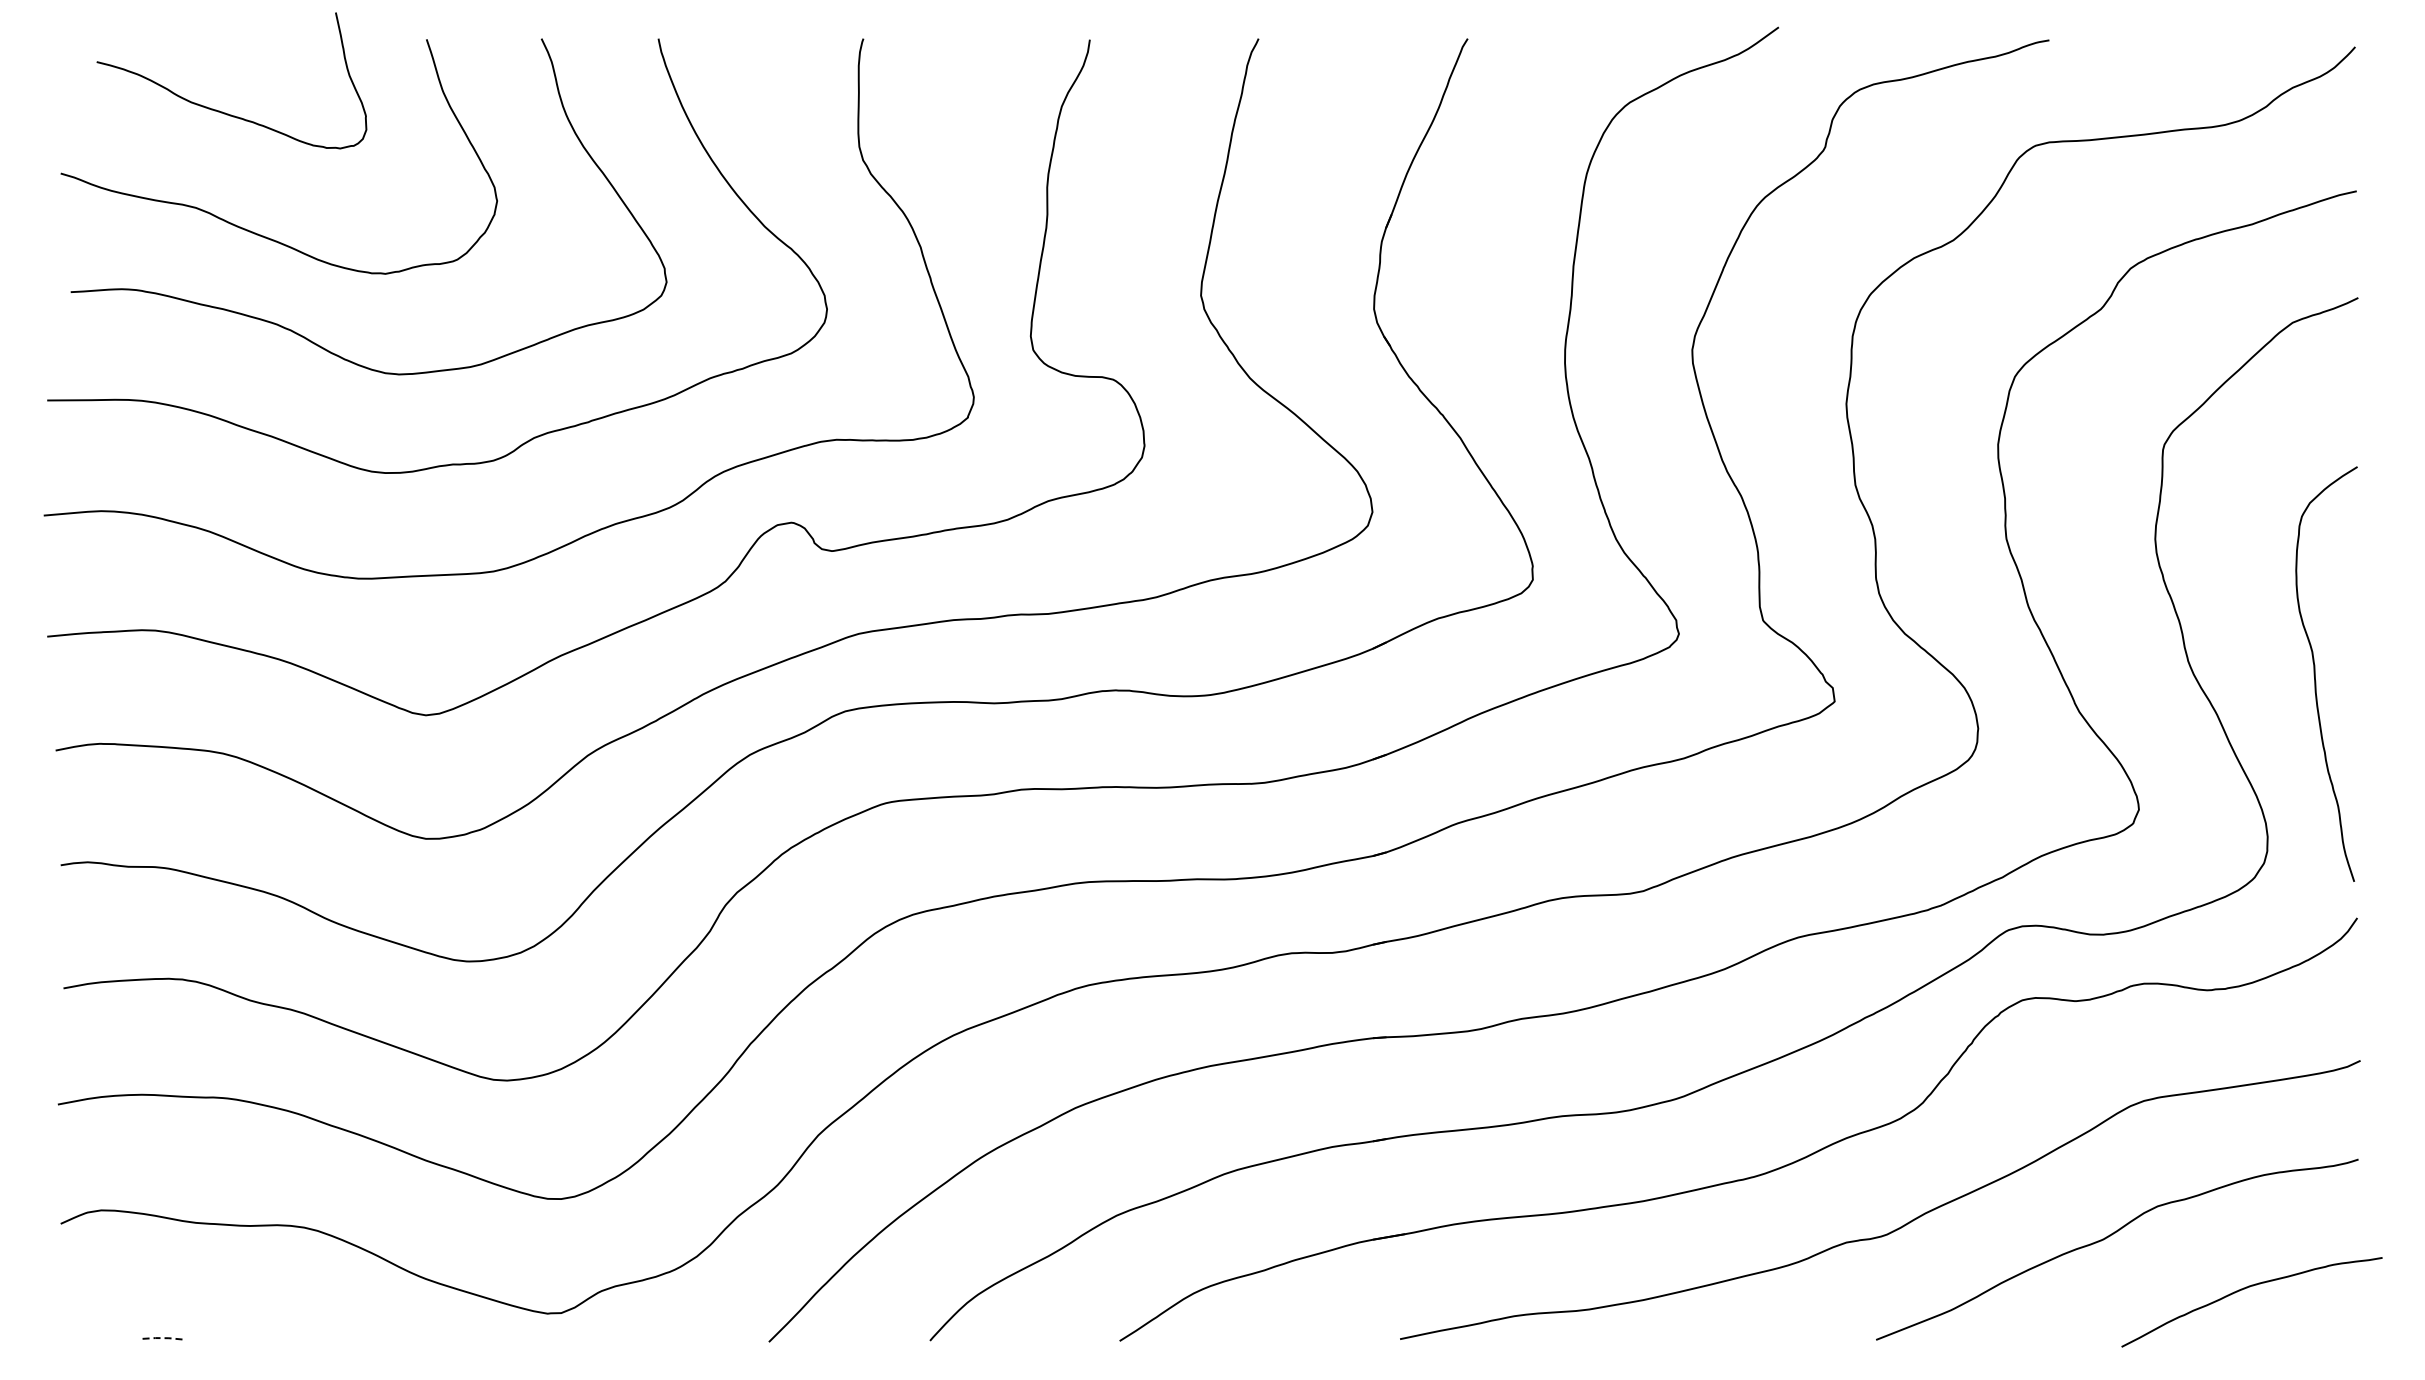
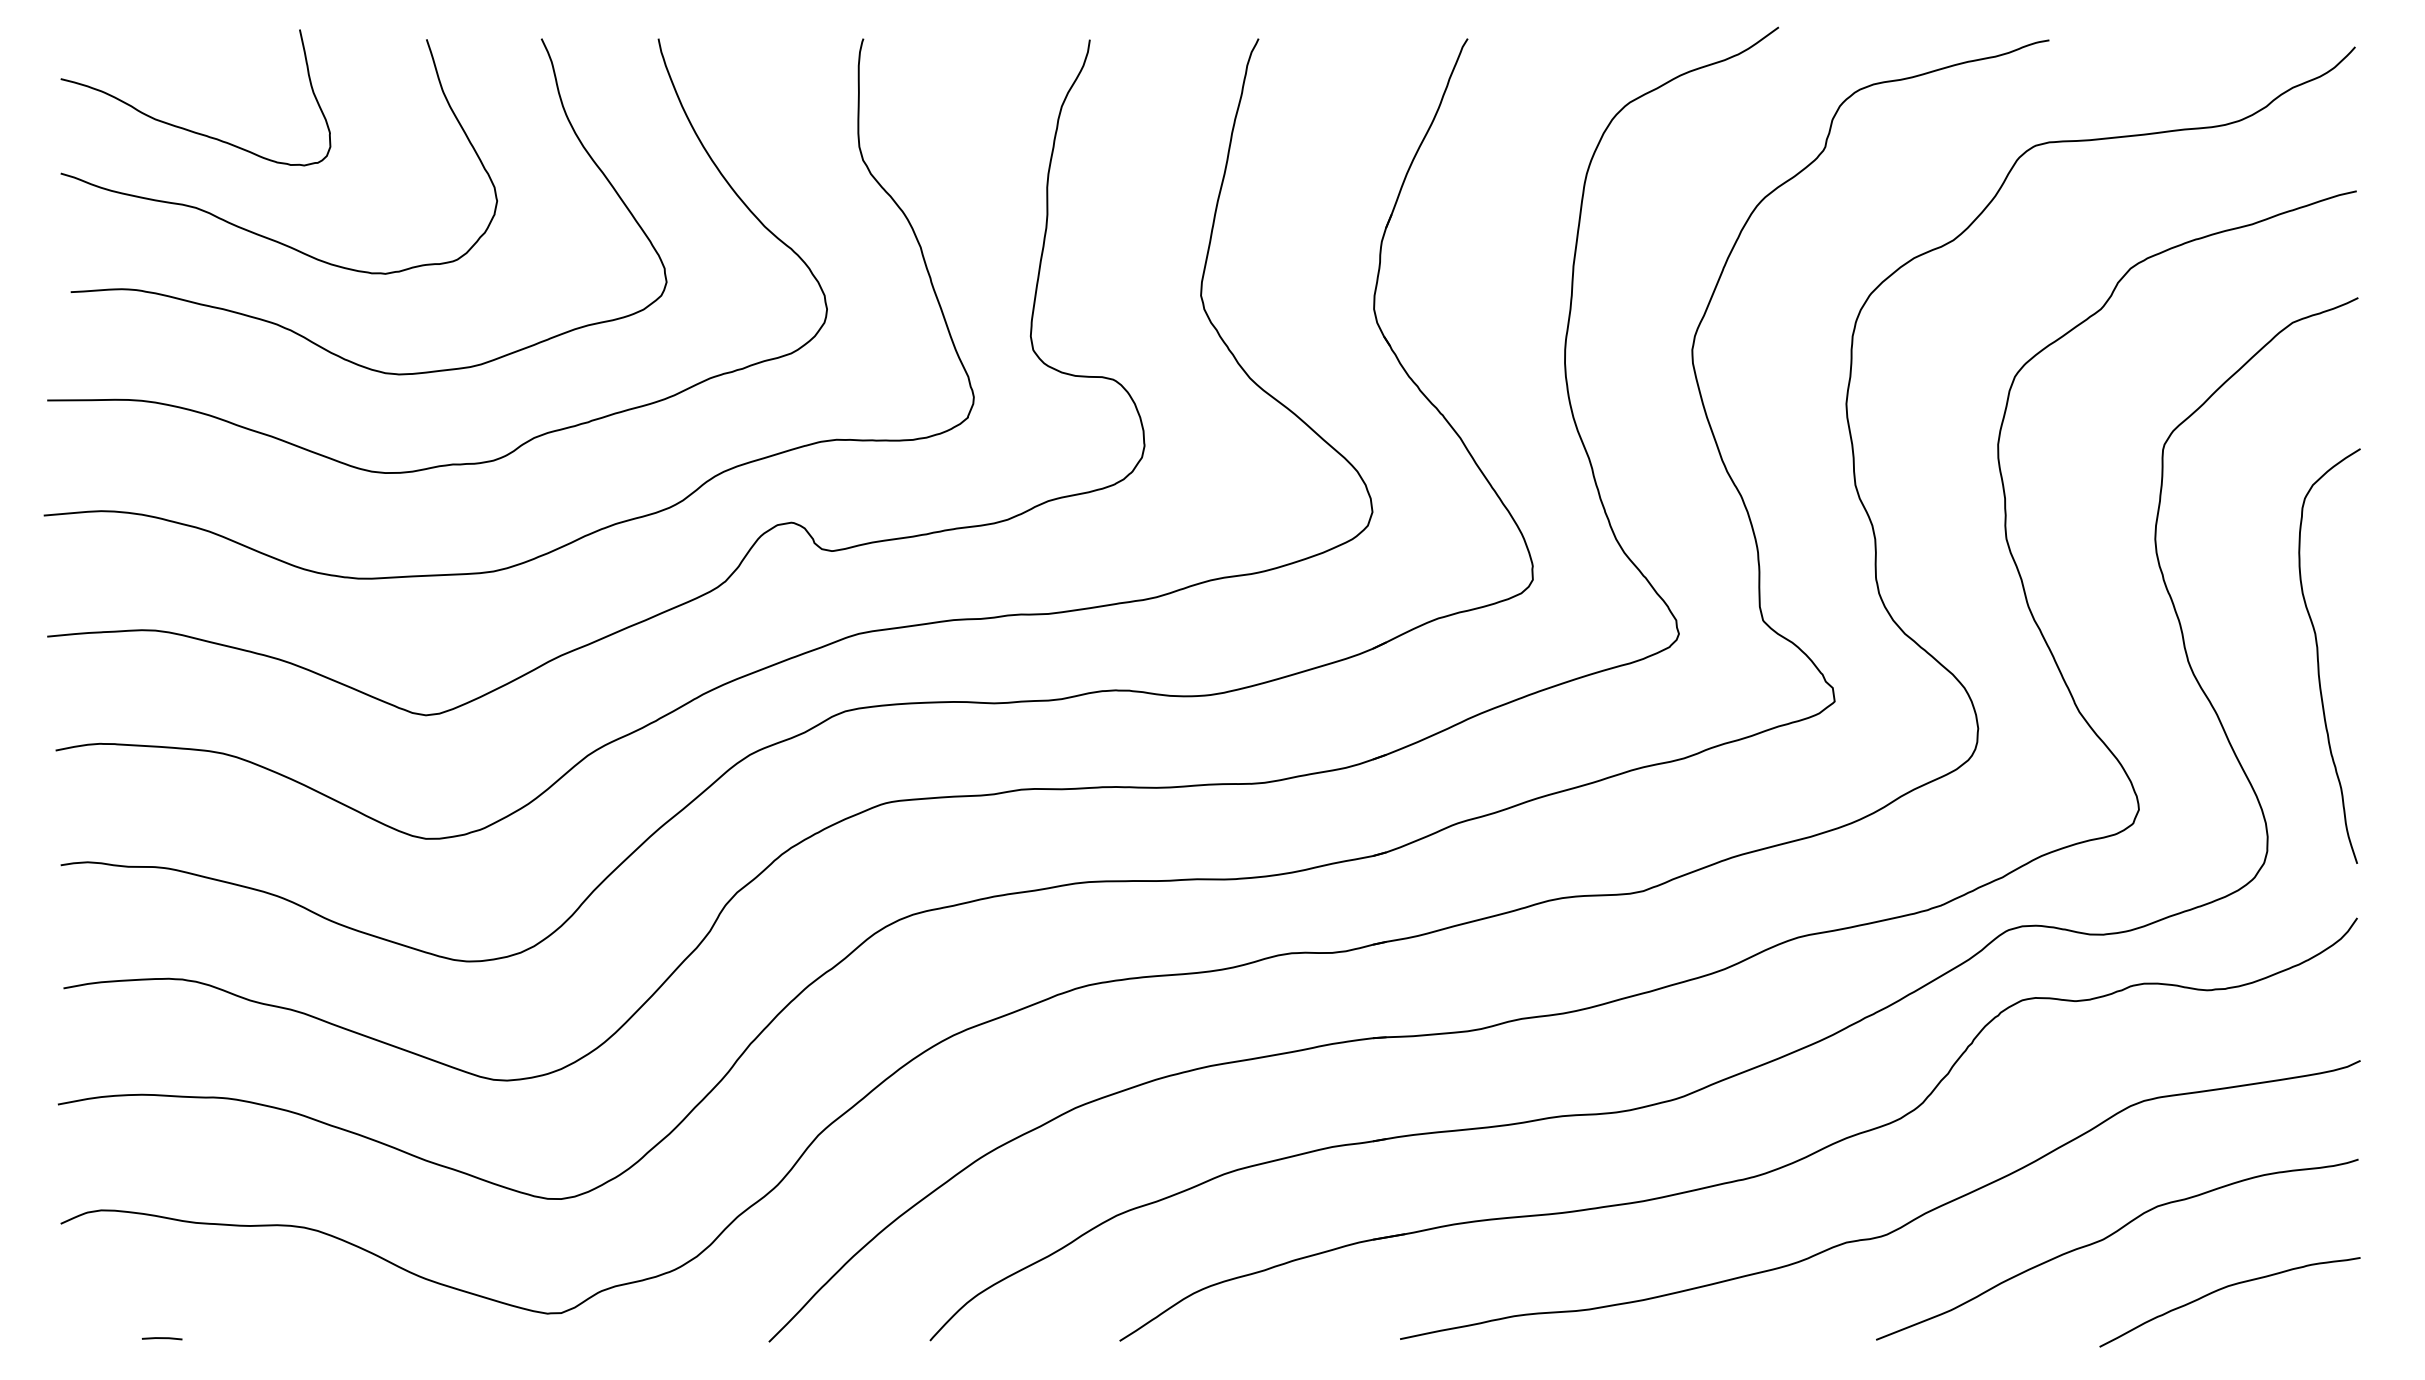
curve at (222, 111) position: (222, 111) -> (186, 128)
curve at (2315, 673) position: (2315, 673) -> (2318, 655)
curve at (2247, 1288) position: (2247, 1288) -> (2225, 1288)
line at (162, 1338): dashed -> solid
